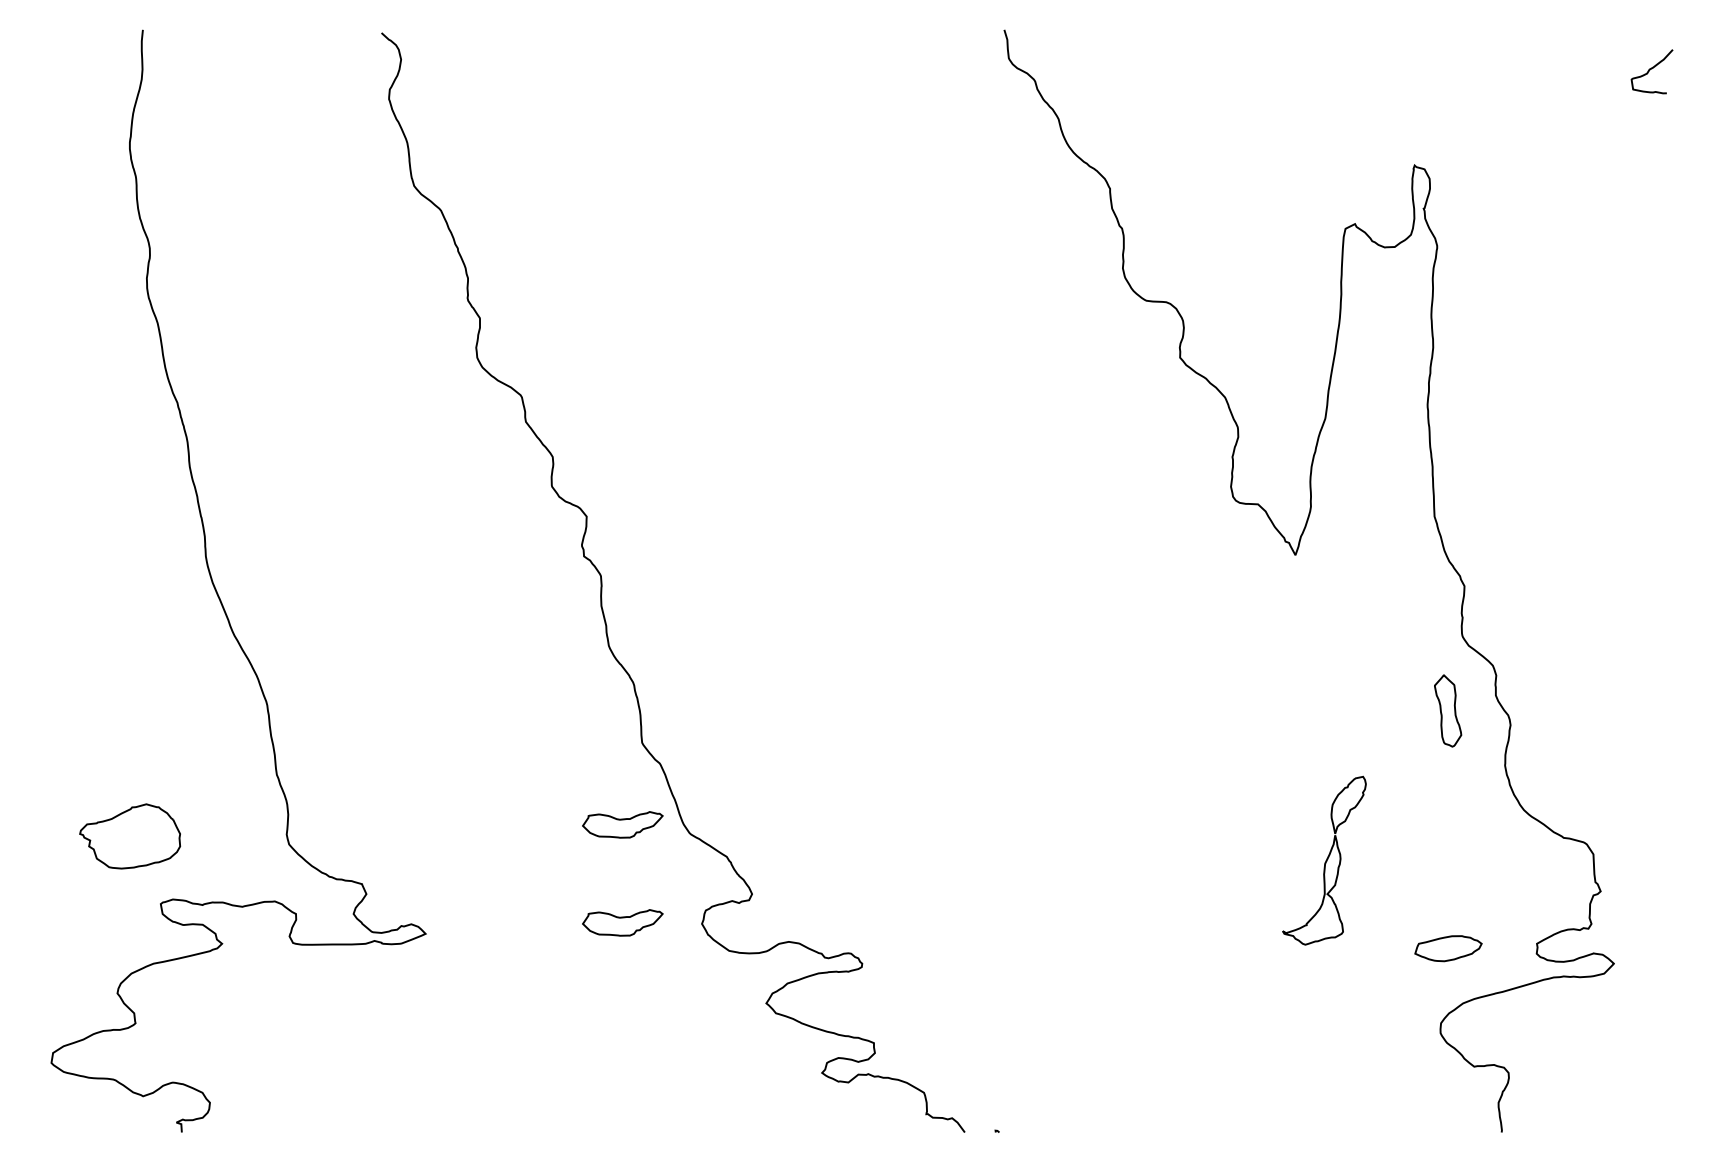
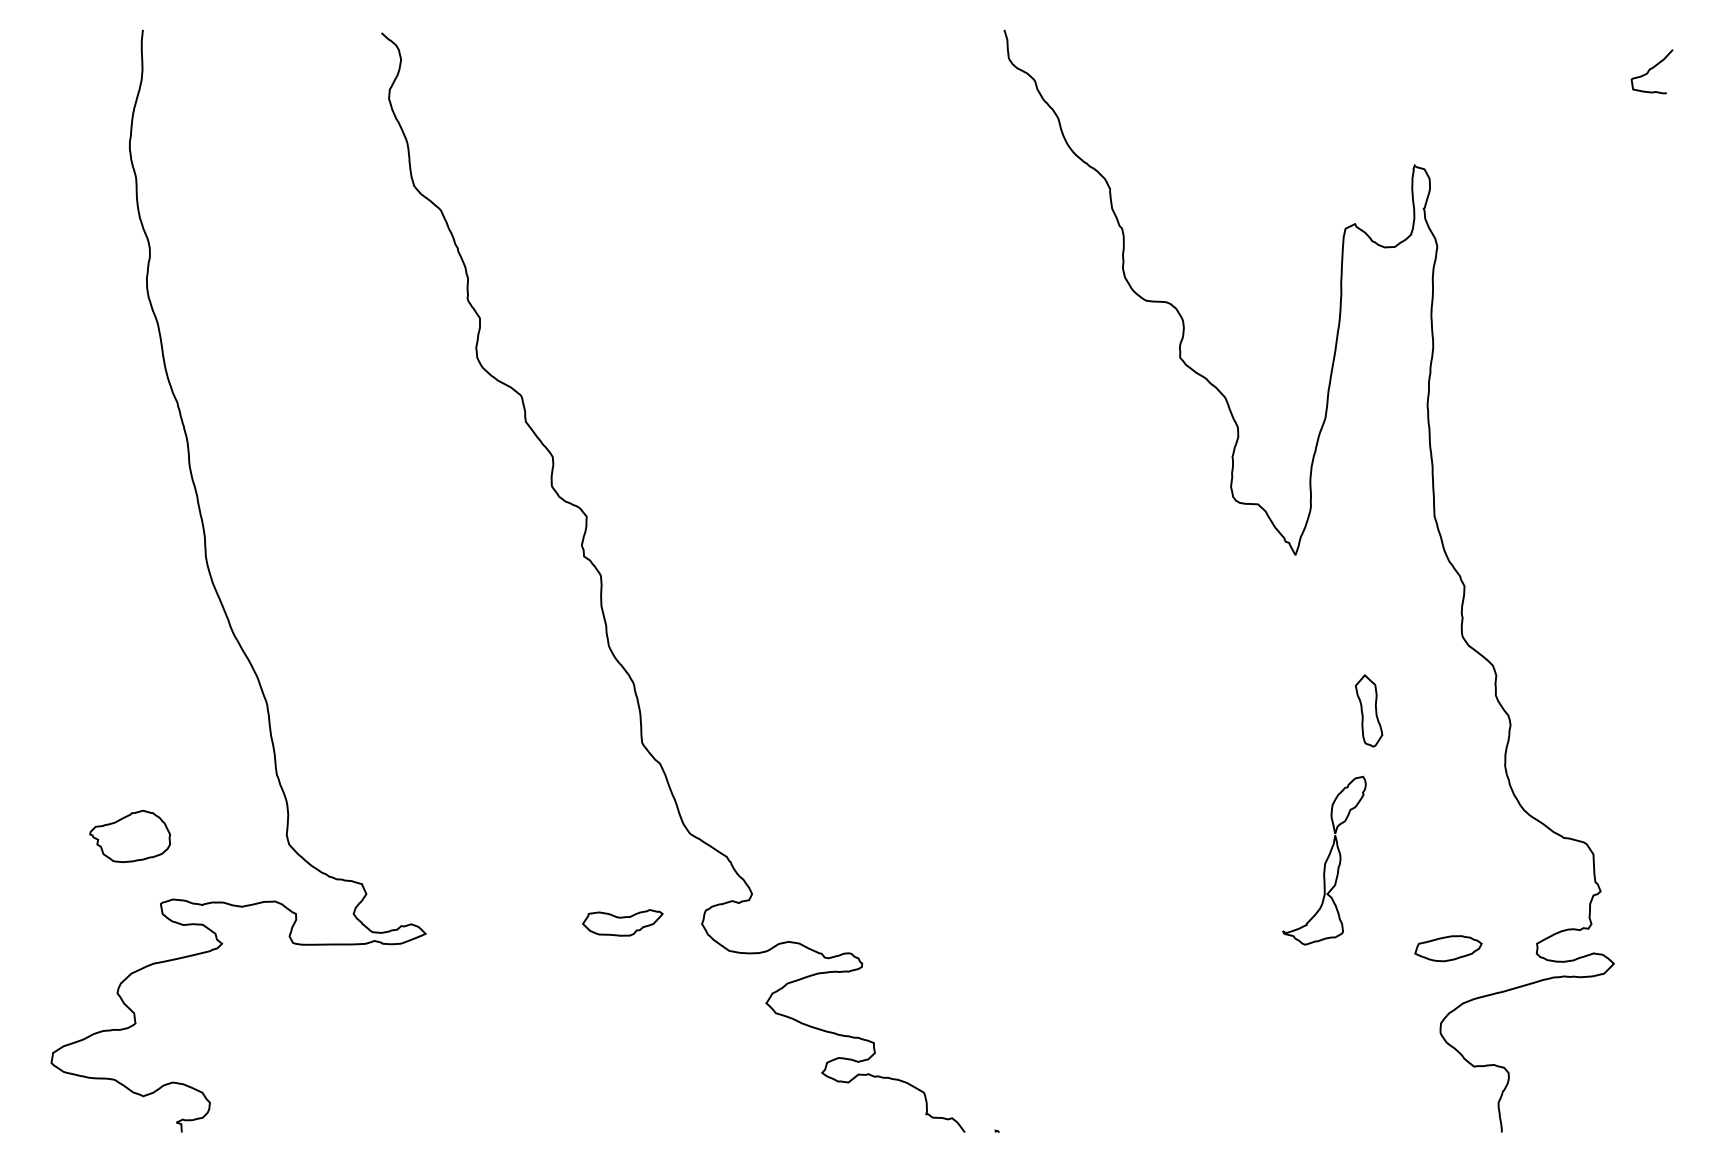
part at (1448, 710) position: (1448, 710) -> (1369, 710)
part at (622, 824): present -> none
part at (130, 836) size: 103x67 px -> 82x55 px
